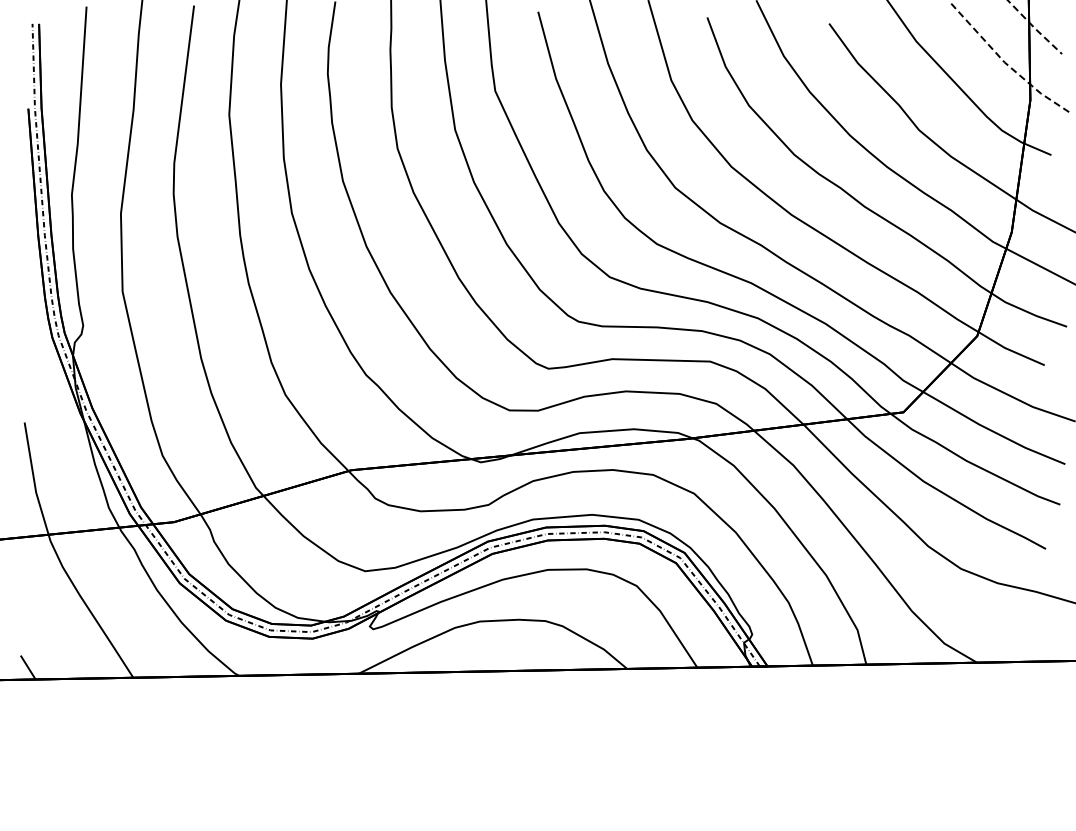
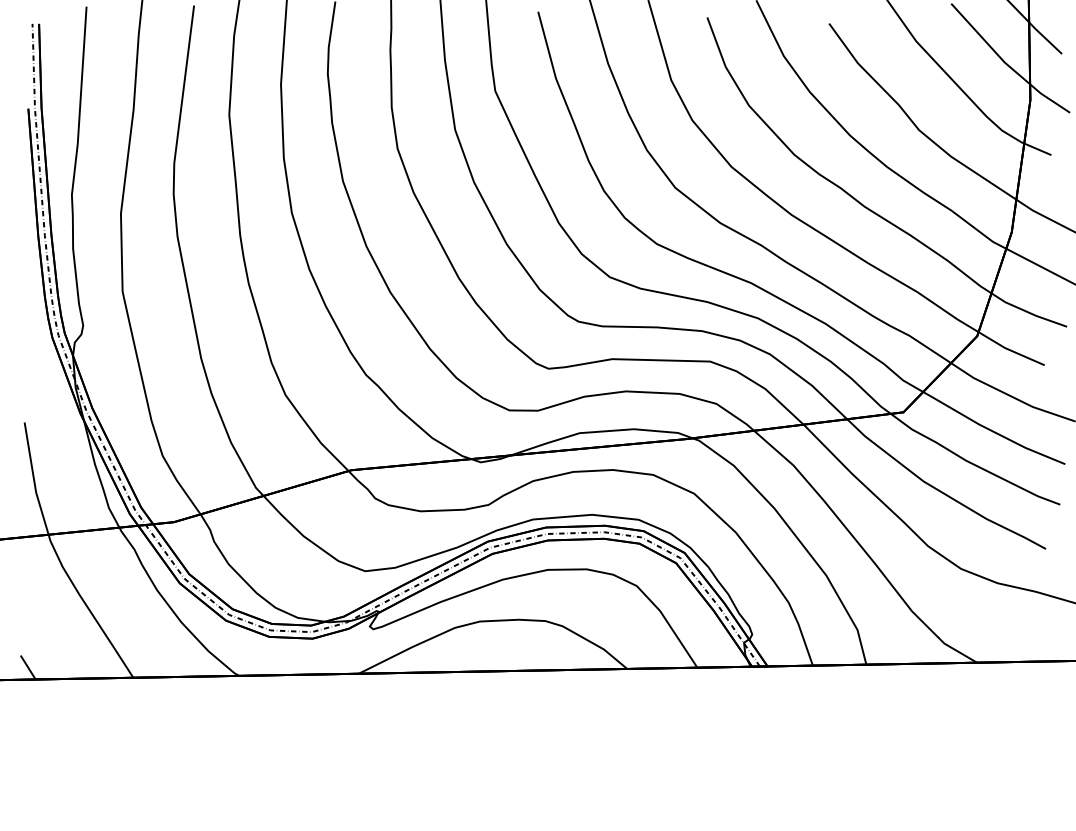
line at (1034, 28): dashed -> solid
line at (1006, 63): dashed -> solid
